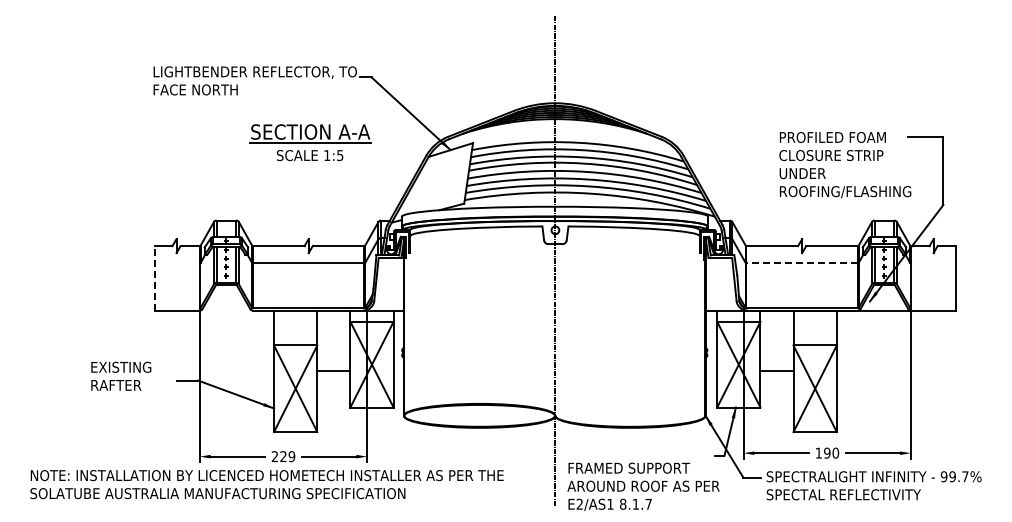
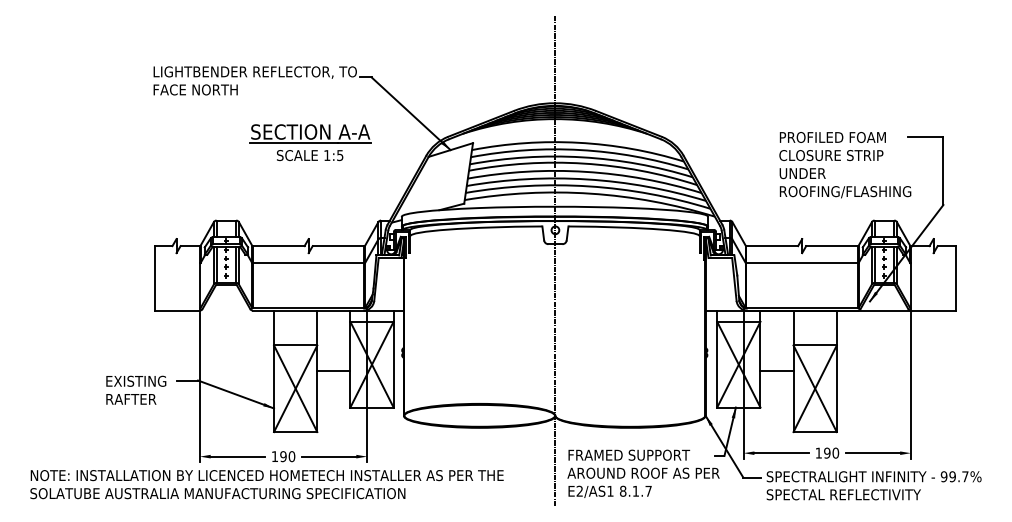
line at (802, 263): dashed -> solid
line at (154, 277): dashed -> solid
text at (121, 375) position: (121, 375) -> (136, 389)
text at (283, 456): 229 -> 190
text at (643, 486) position: (643, 486) -> (643, 473)
